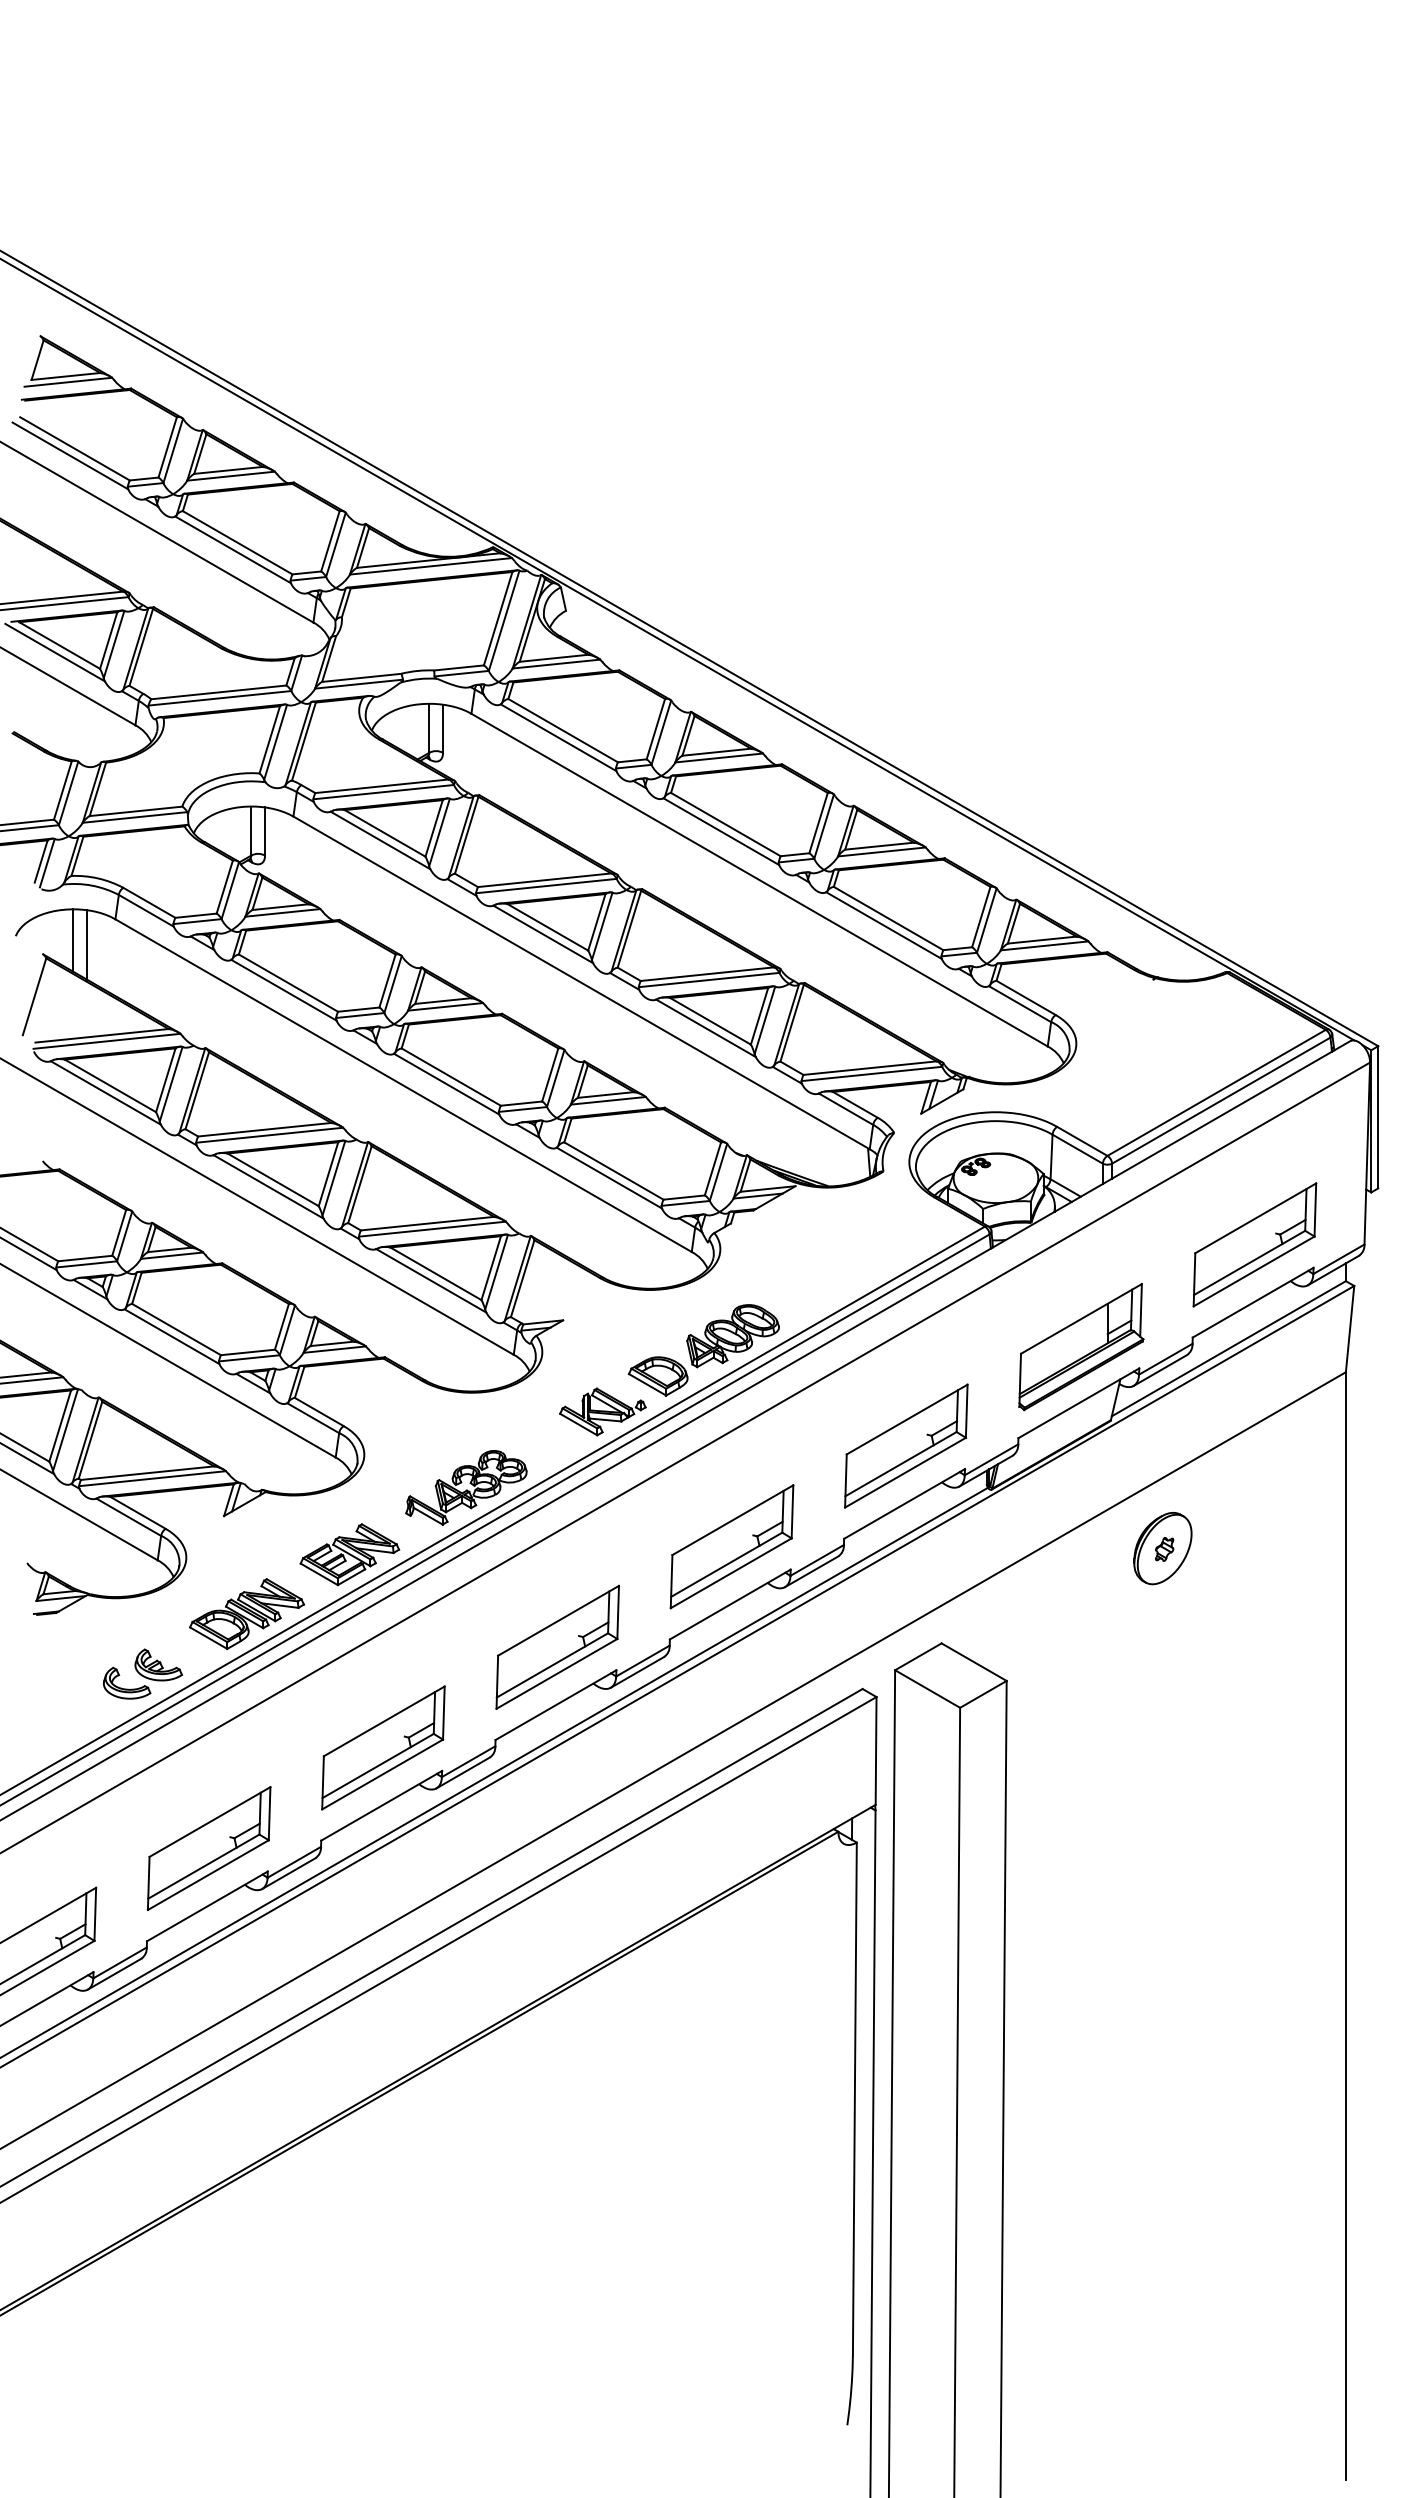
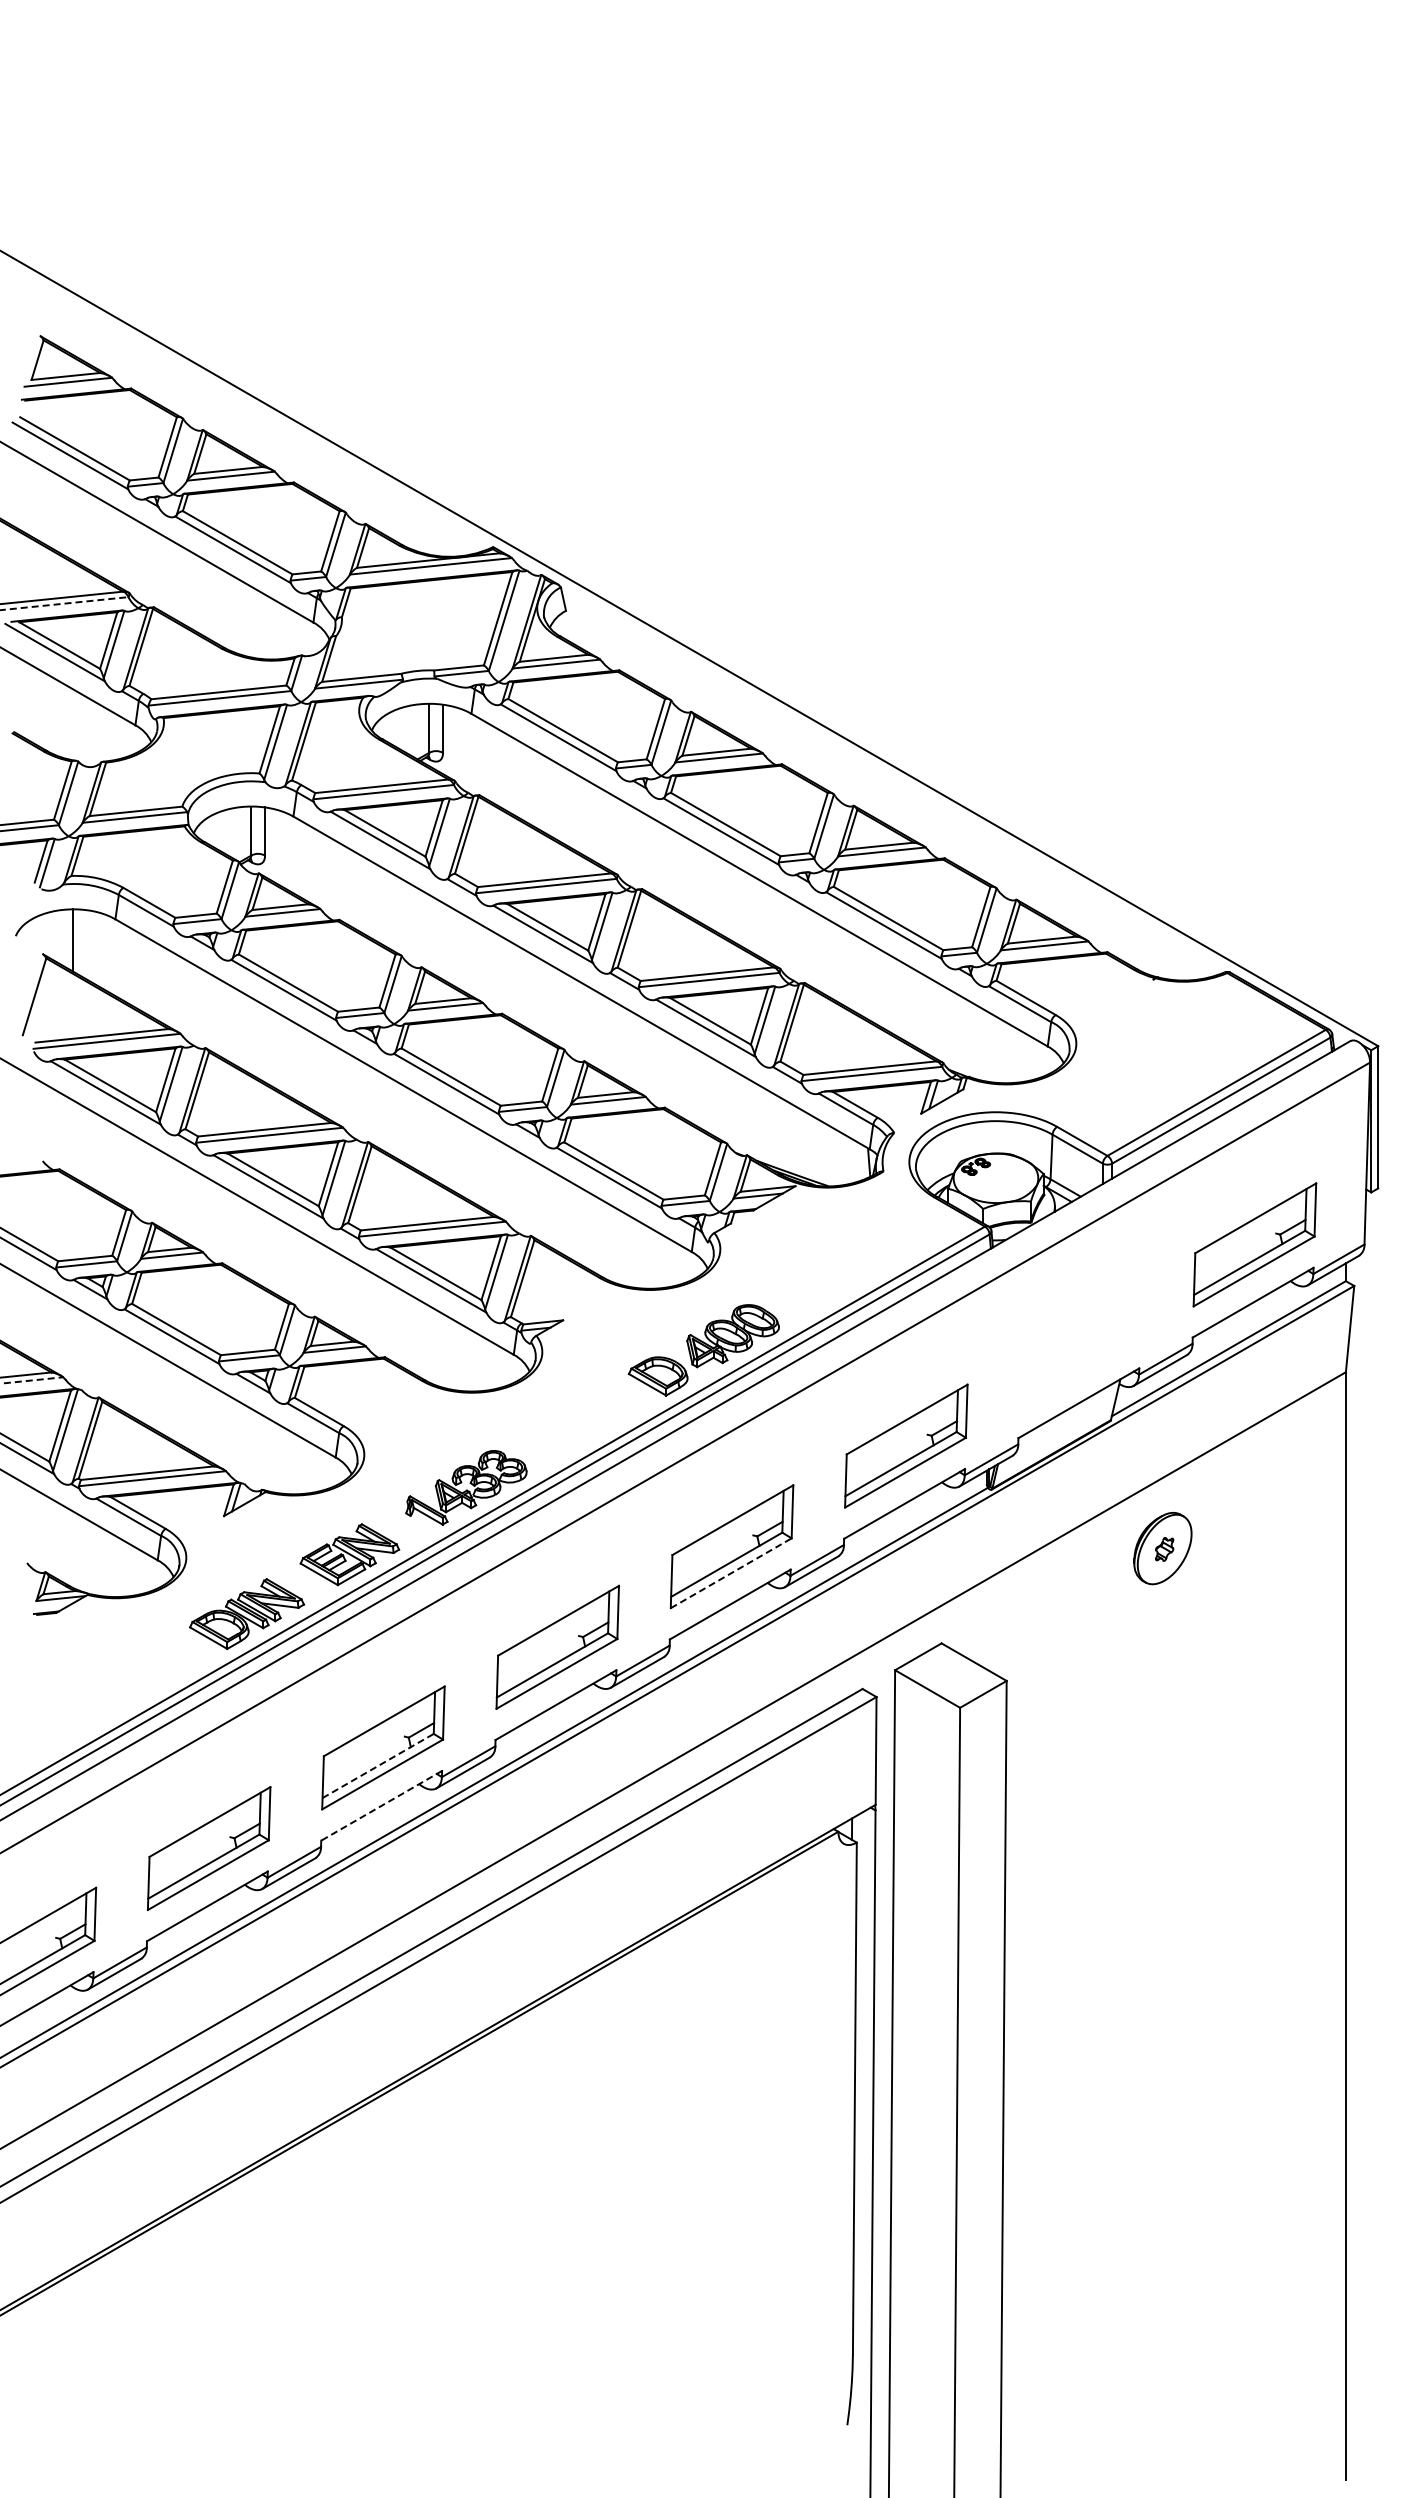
line at (65, 603): solid -> dashed
line at (678, 649): present -> none
line at (87, 944): present -> none
part at (1081, 1347): present -> none
line at (32, 1380): solid -> dashed
part at (602, 1411): present -> none
line at (731, 1573): solid -> dashed
part at (142, 1673): present -> none
line at (378, 1765): solid -> dashed
line at (381, 1805): solid -> dashed
